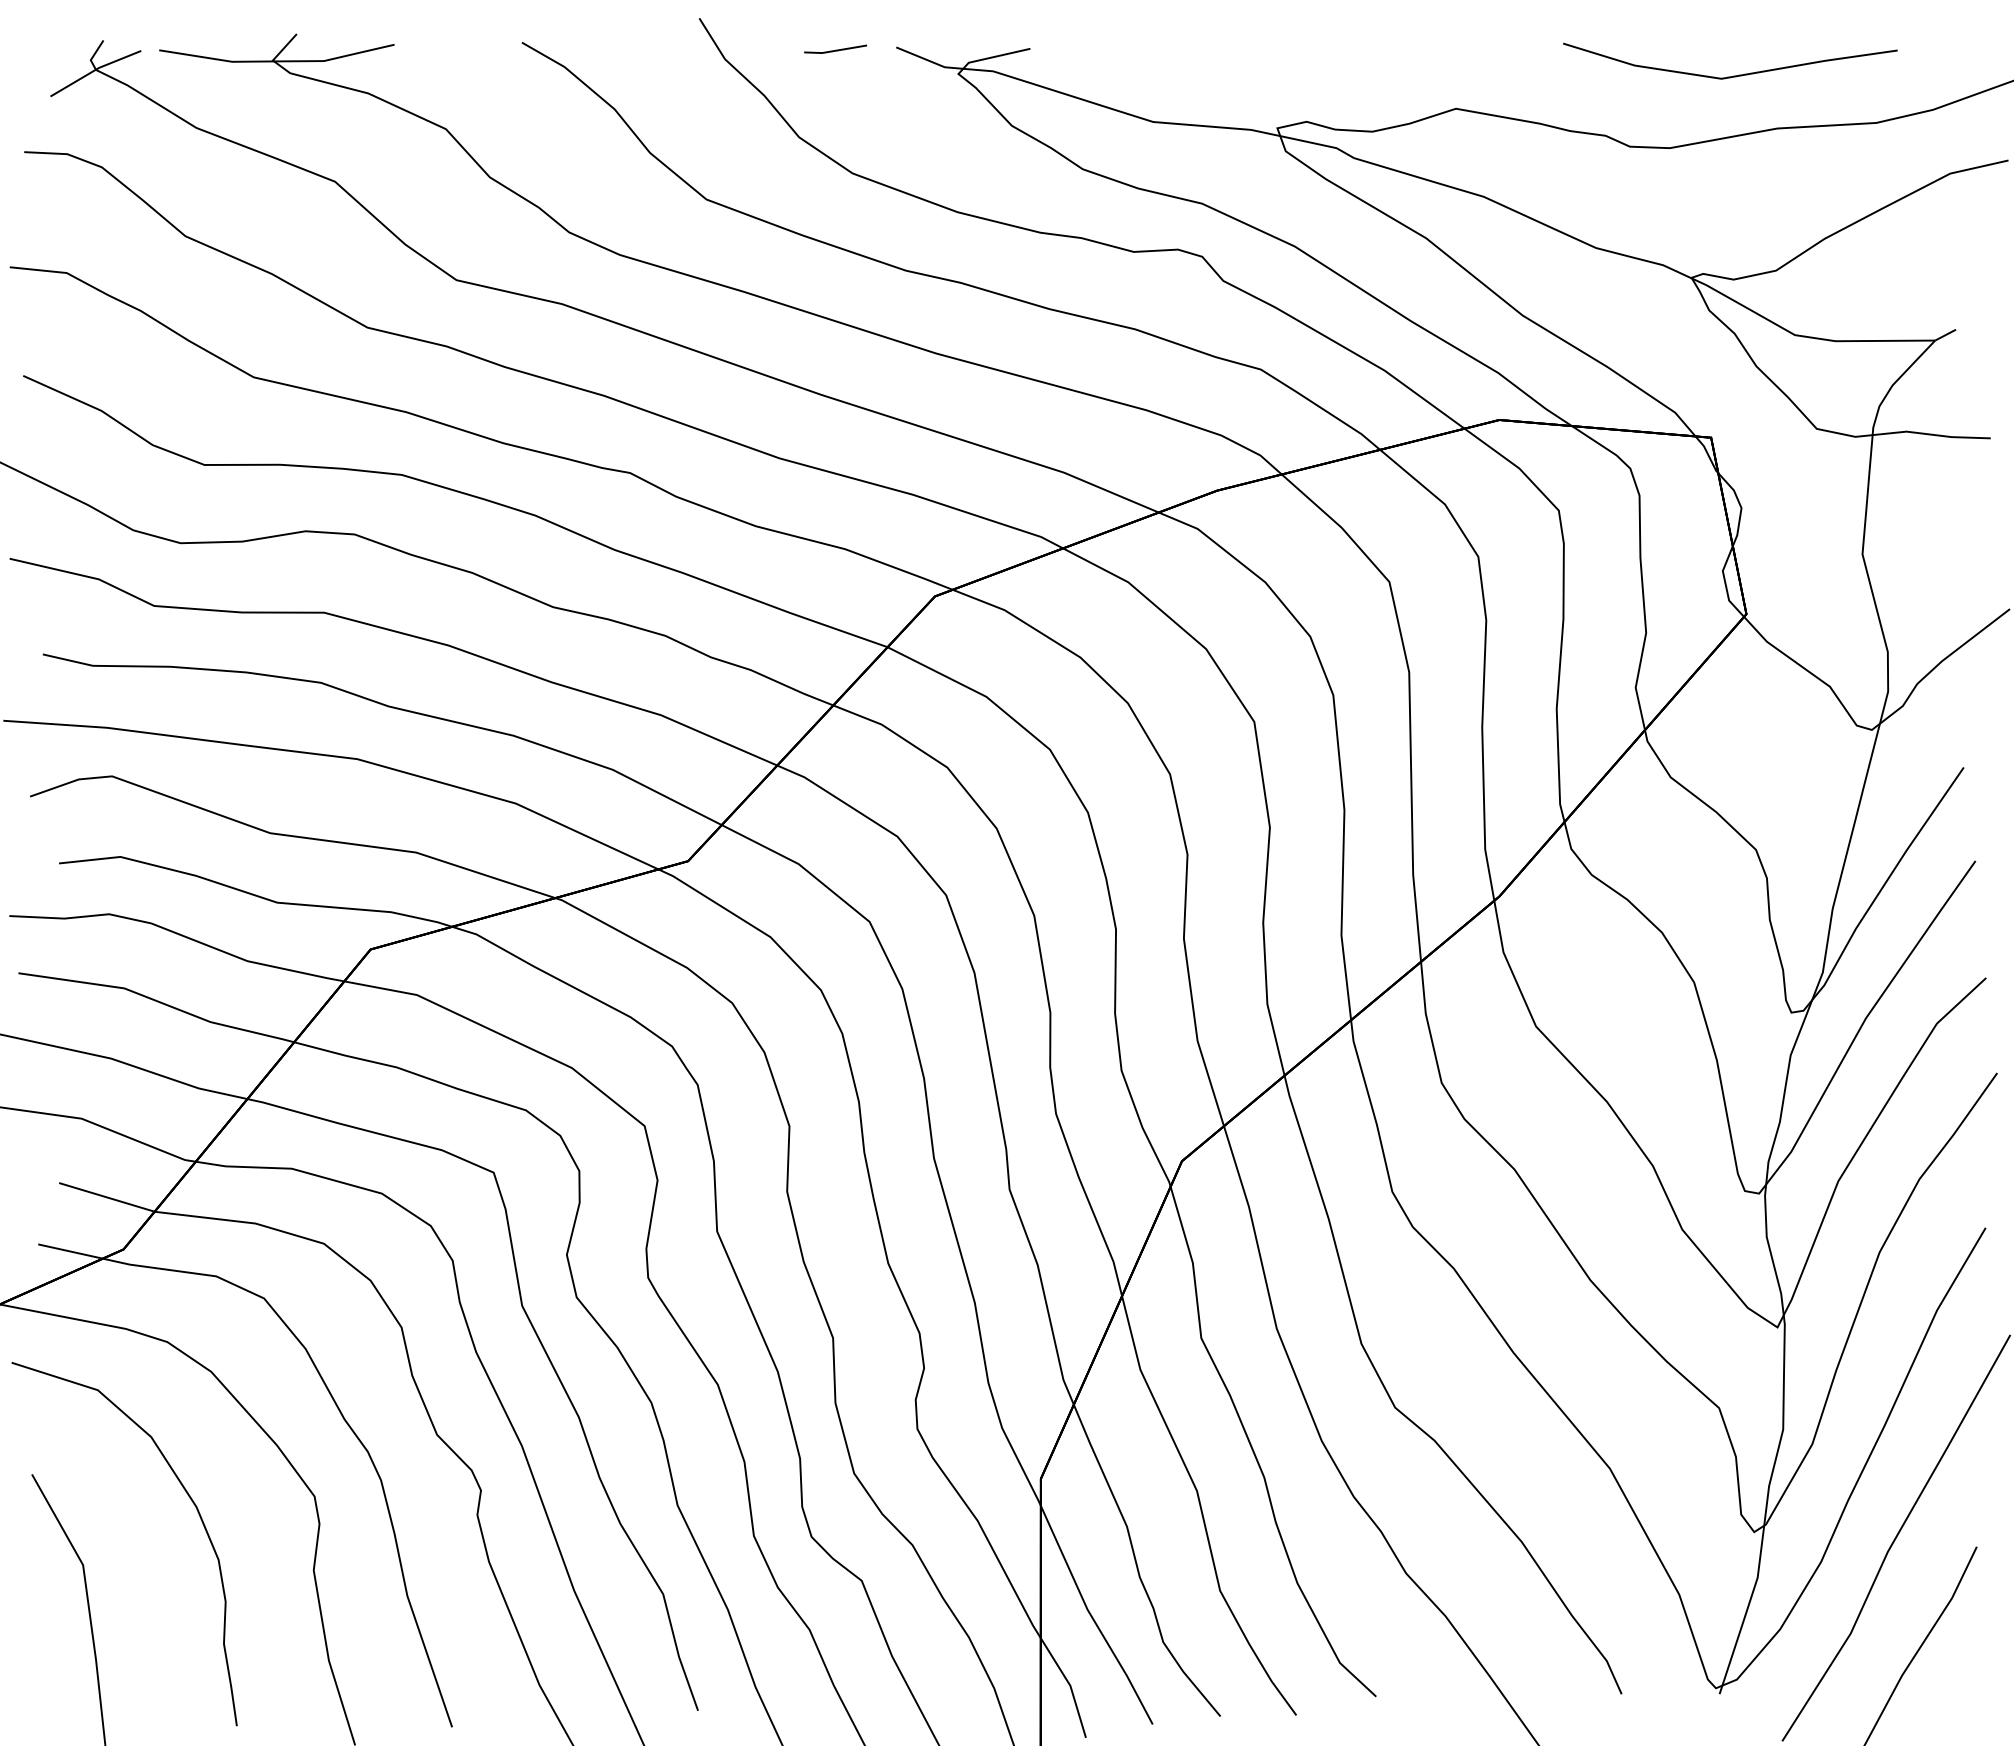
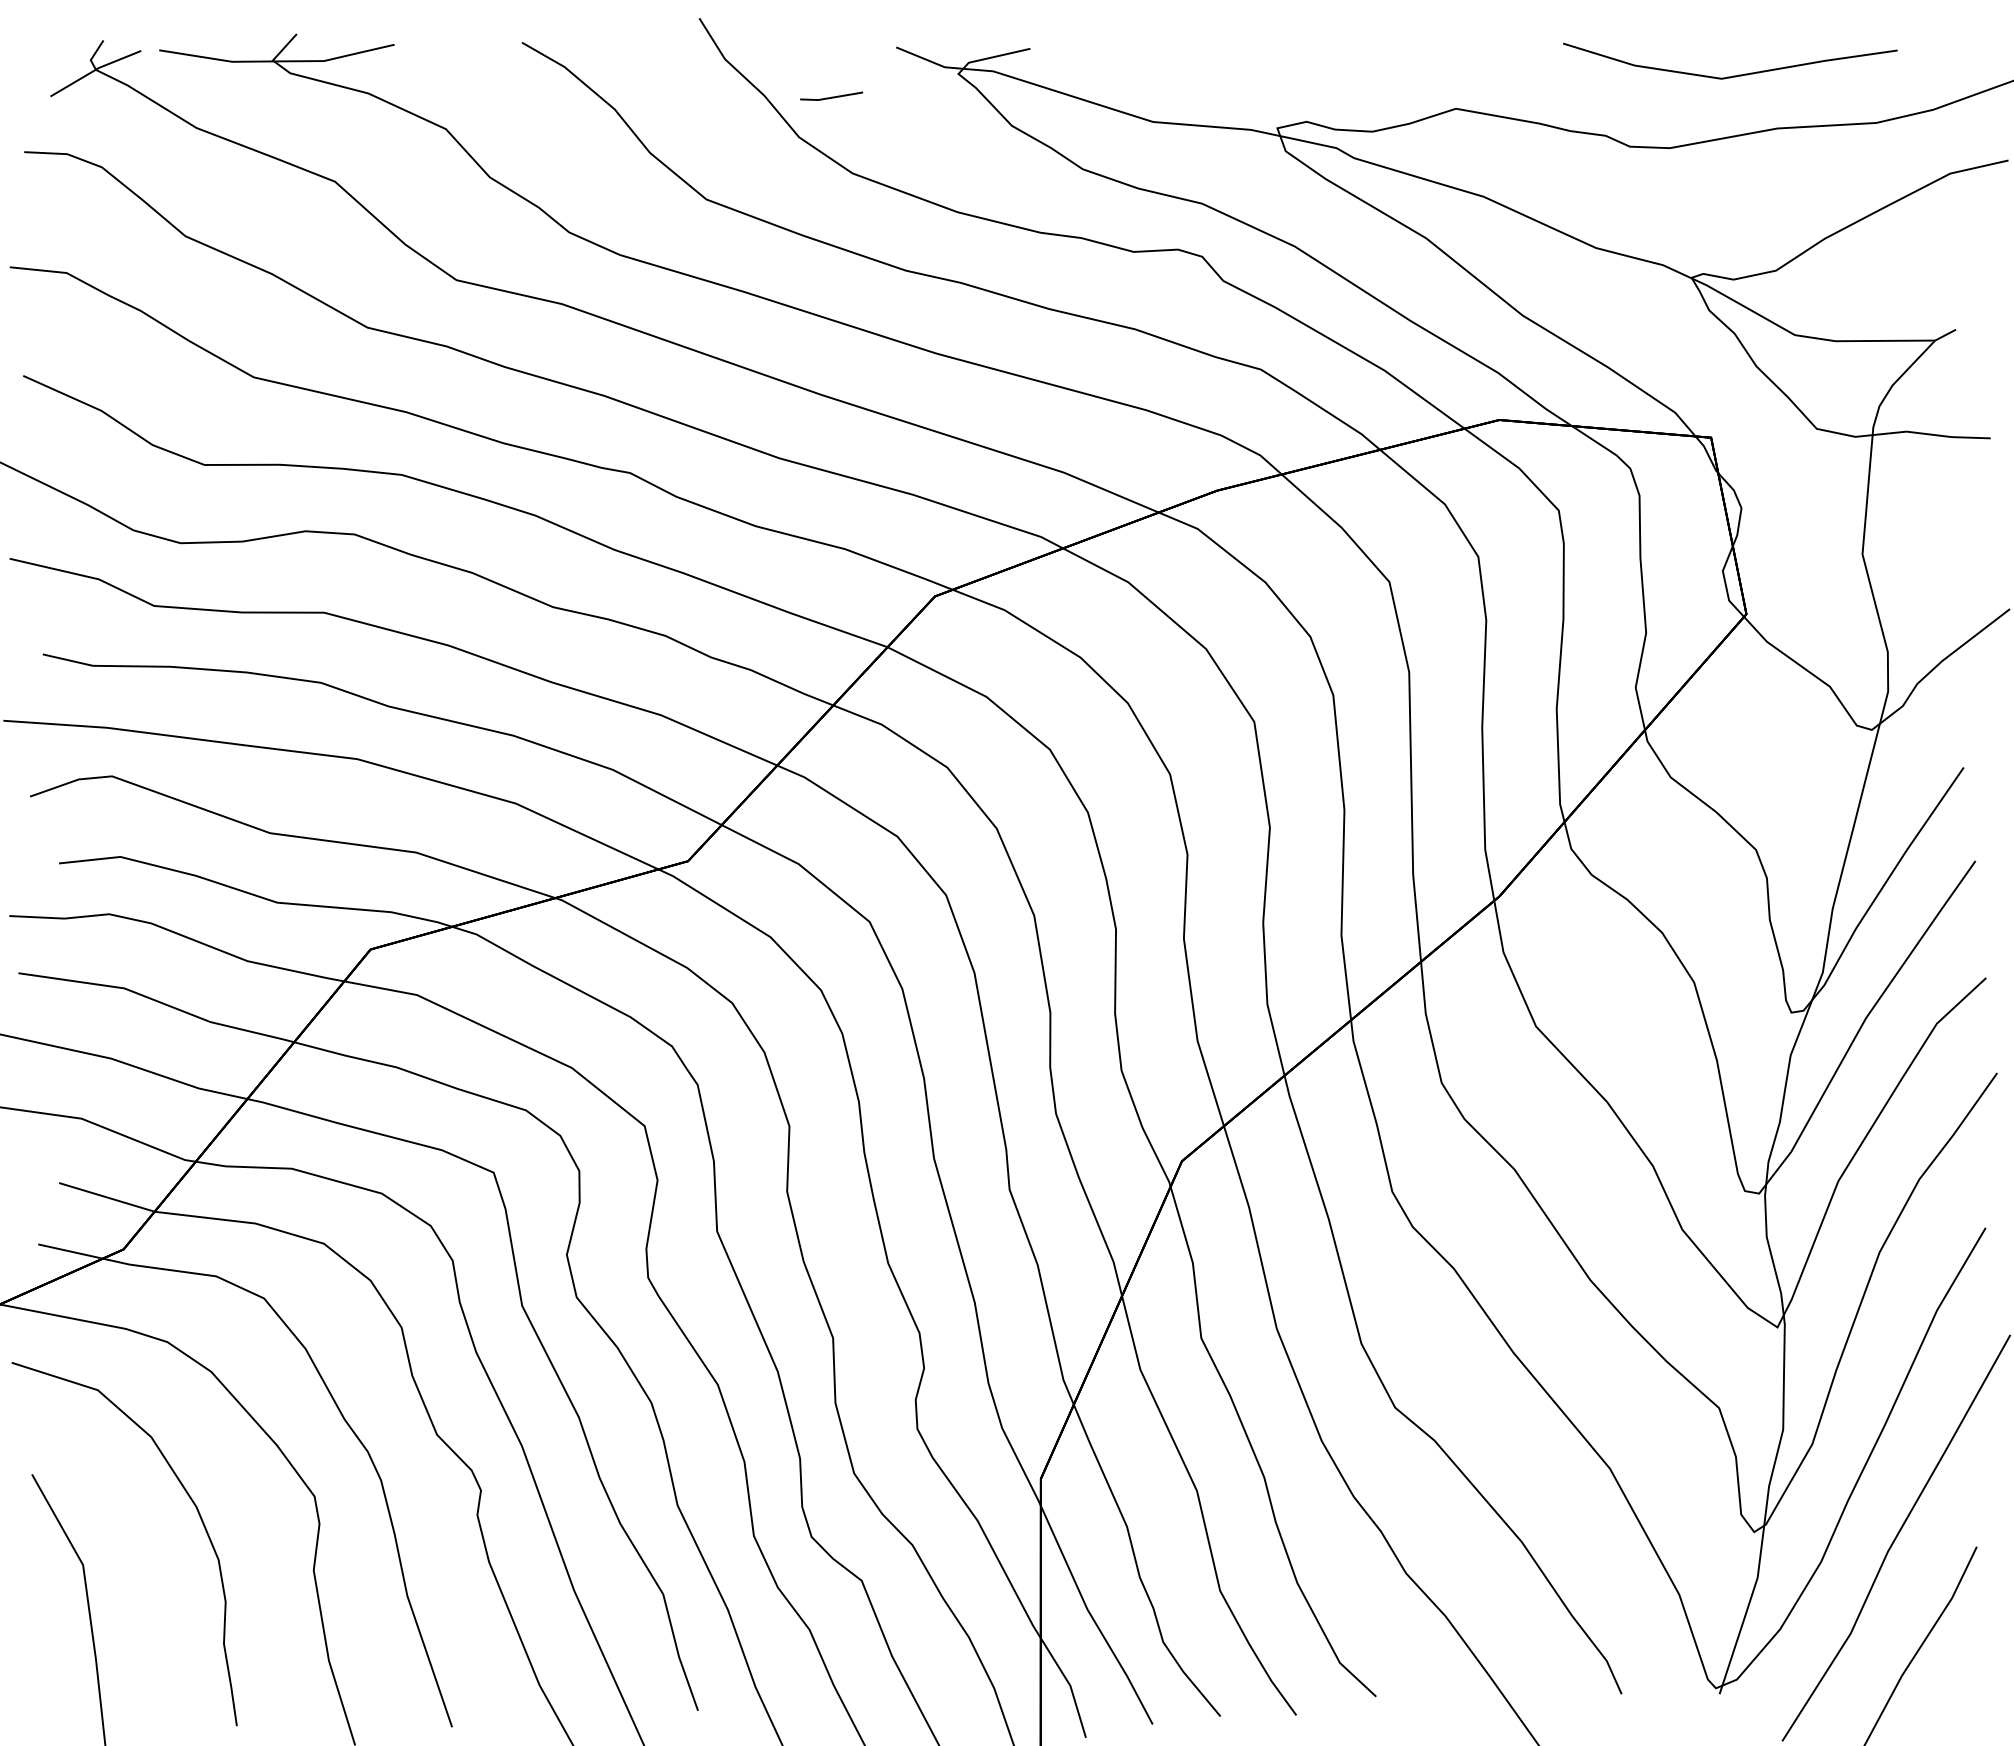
line at (835, 49) position: (835, 49) -> (831, 96)
